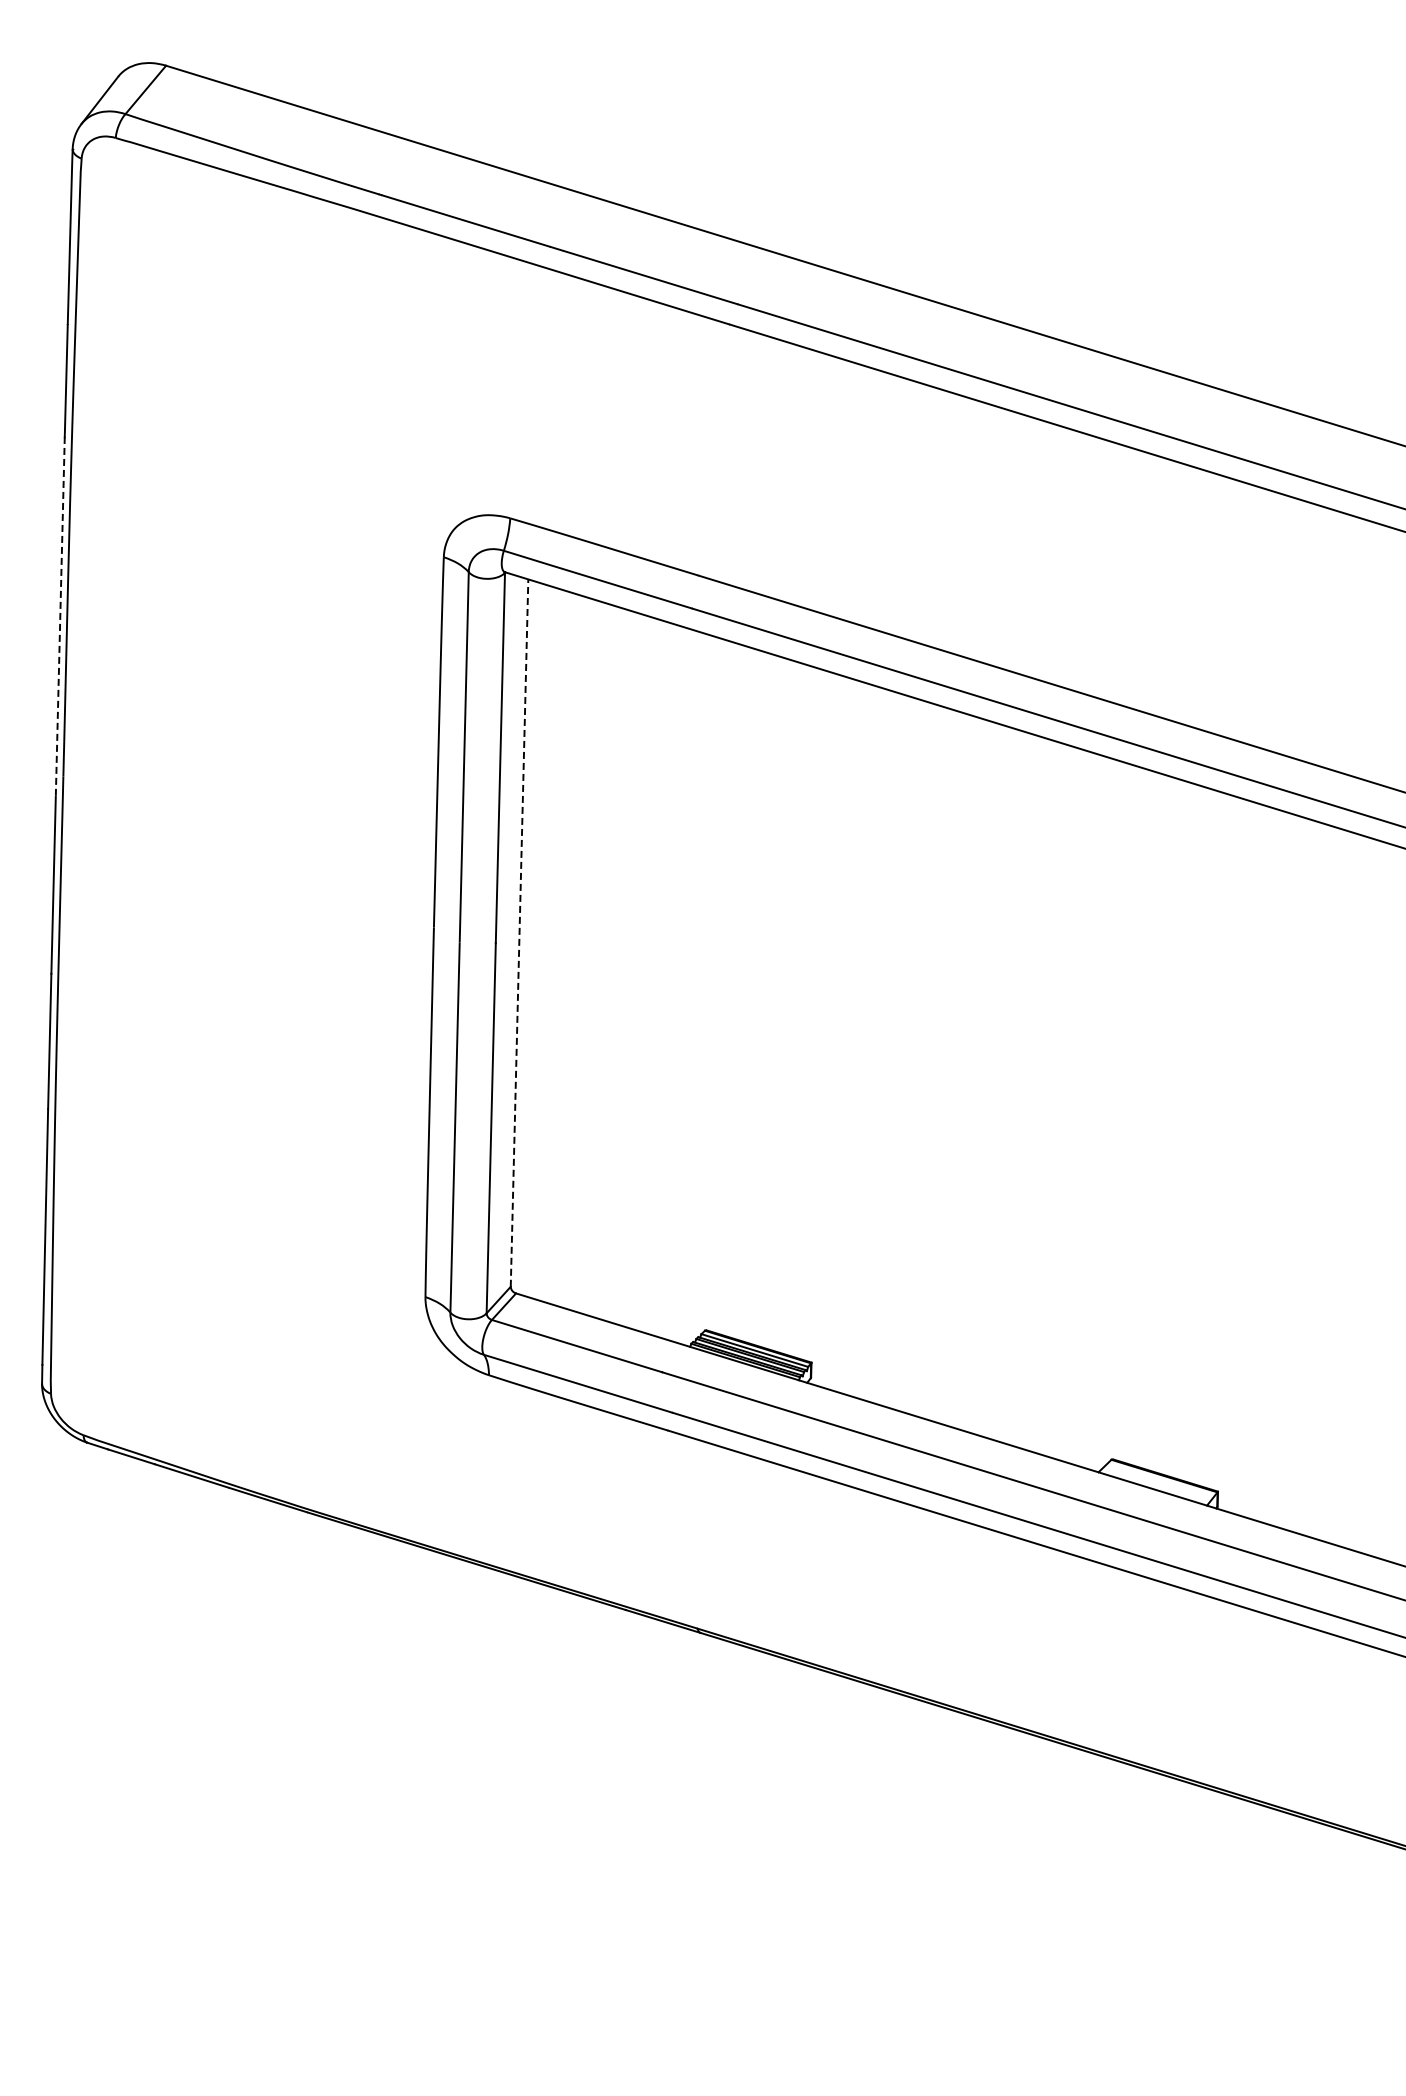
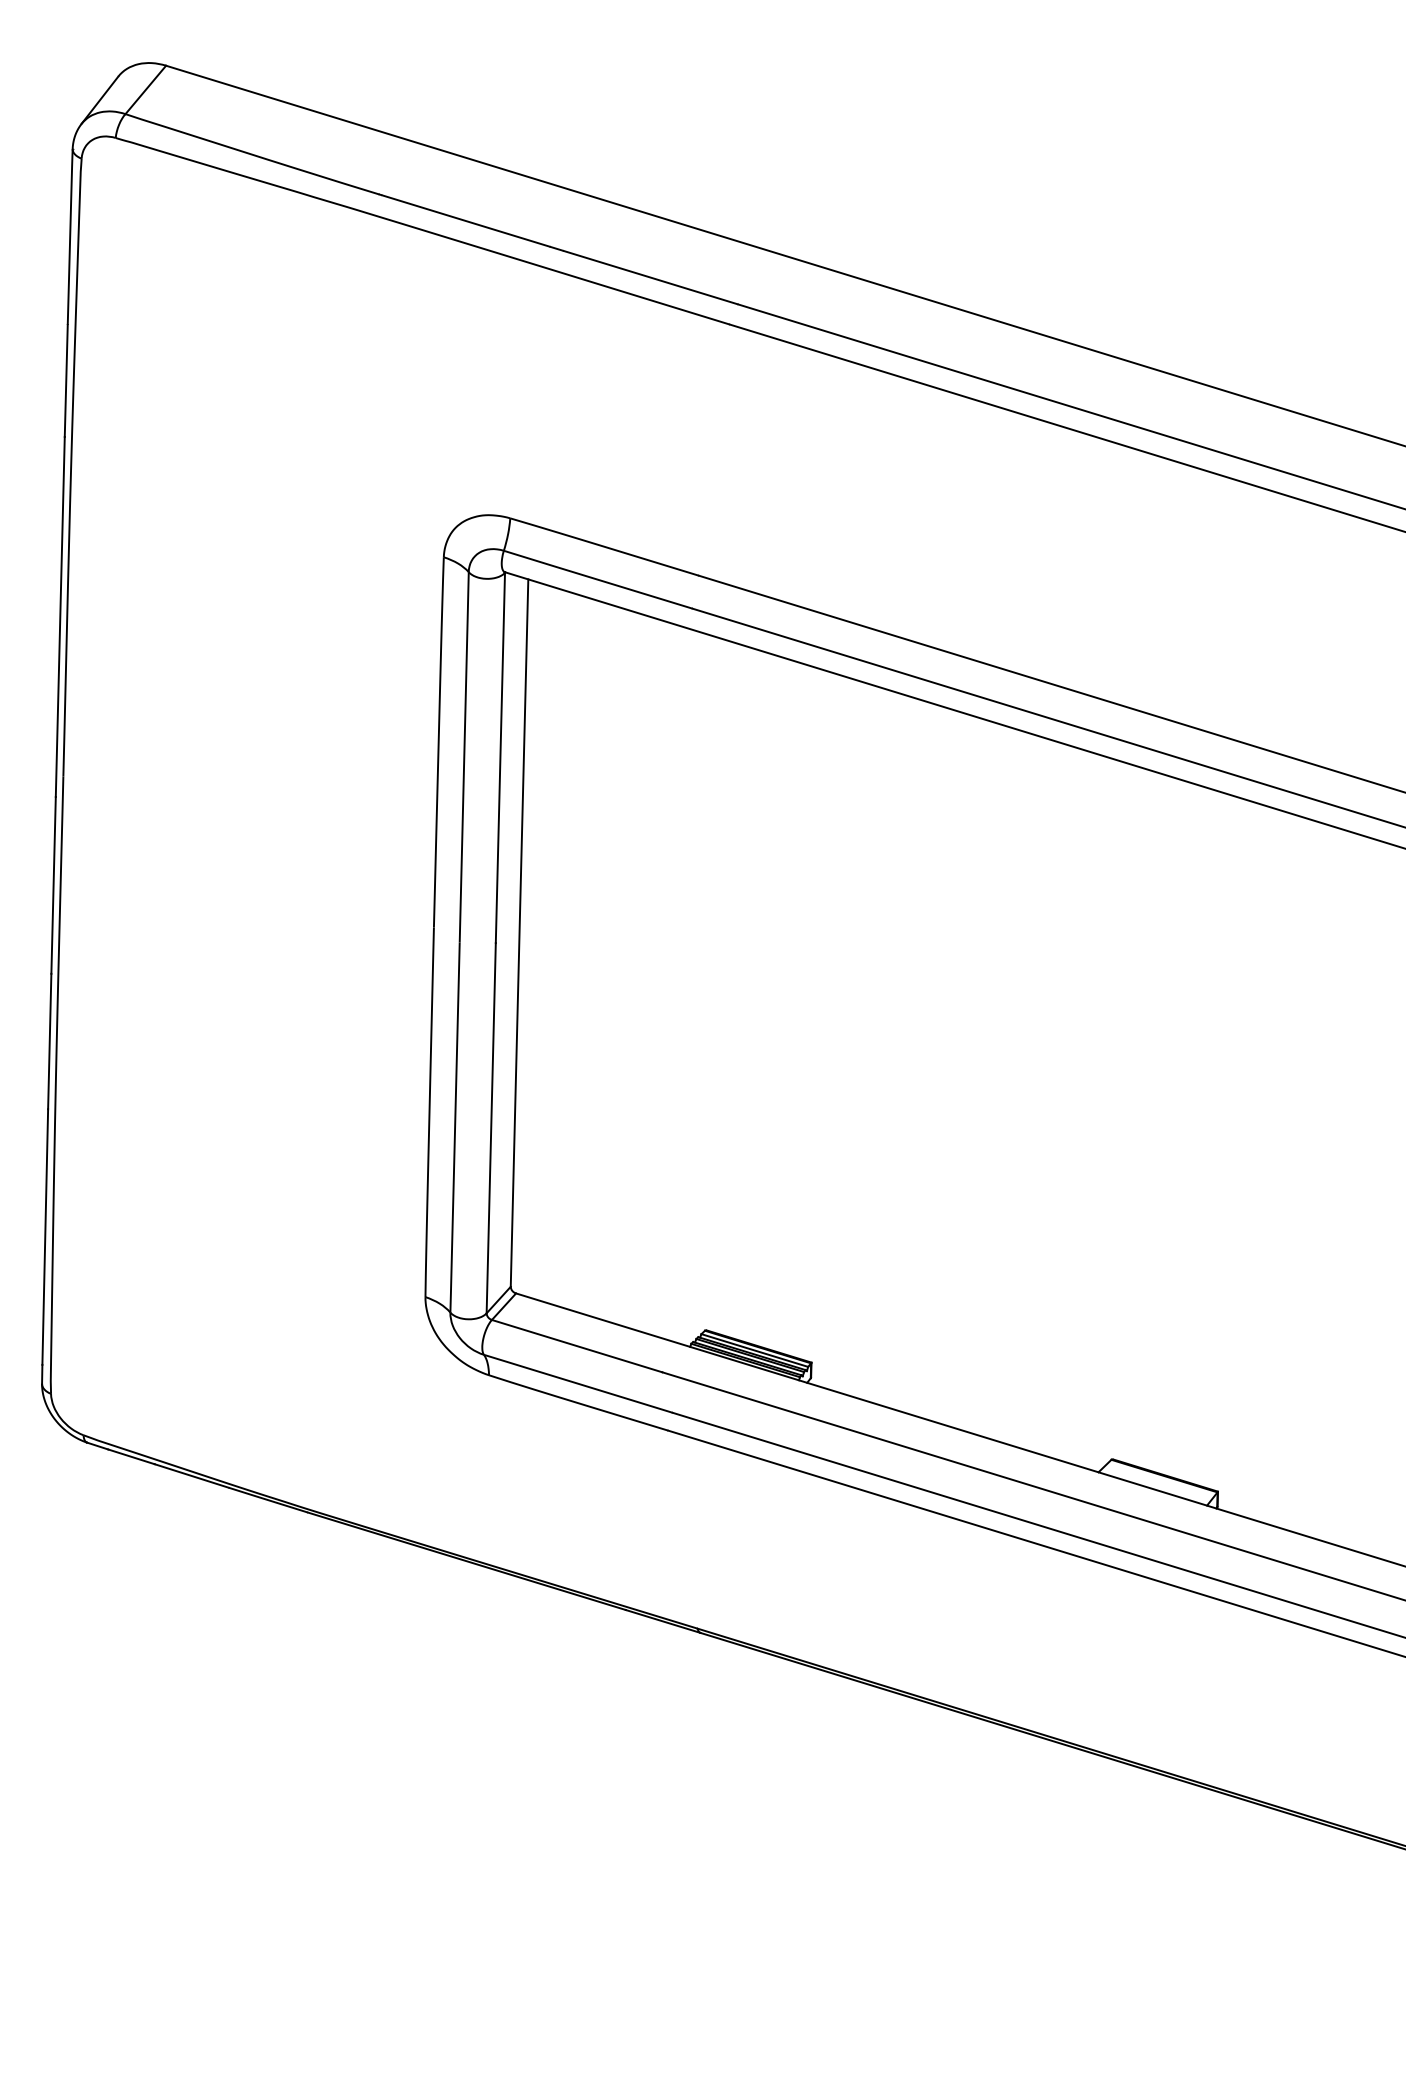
line at (60, 617): dashed -> solid
line at (519, 933): dashed -> solid
